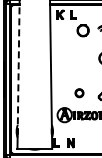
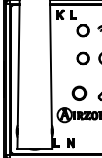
part at (82, 58): none -> present
line at (18, 64): dashed -> solid
part at (79, 93) size: 11x11 px -> 17x16 px
